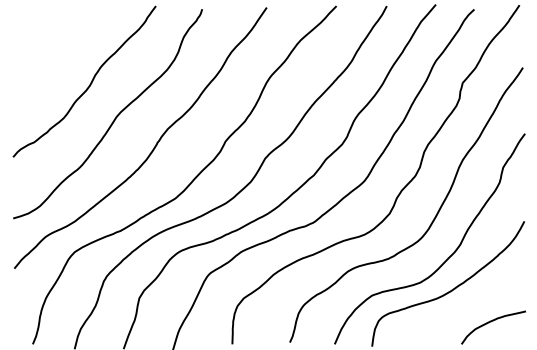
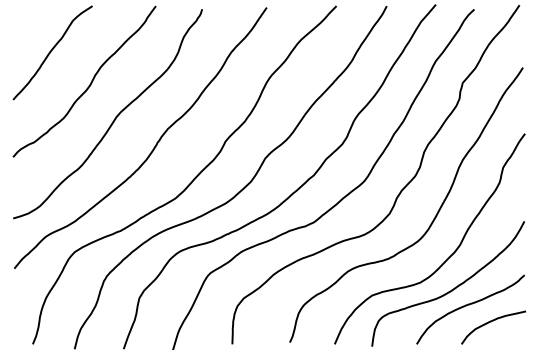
curve at (51, 52): none -> present
curve at (469, 305): none -> present
